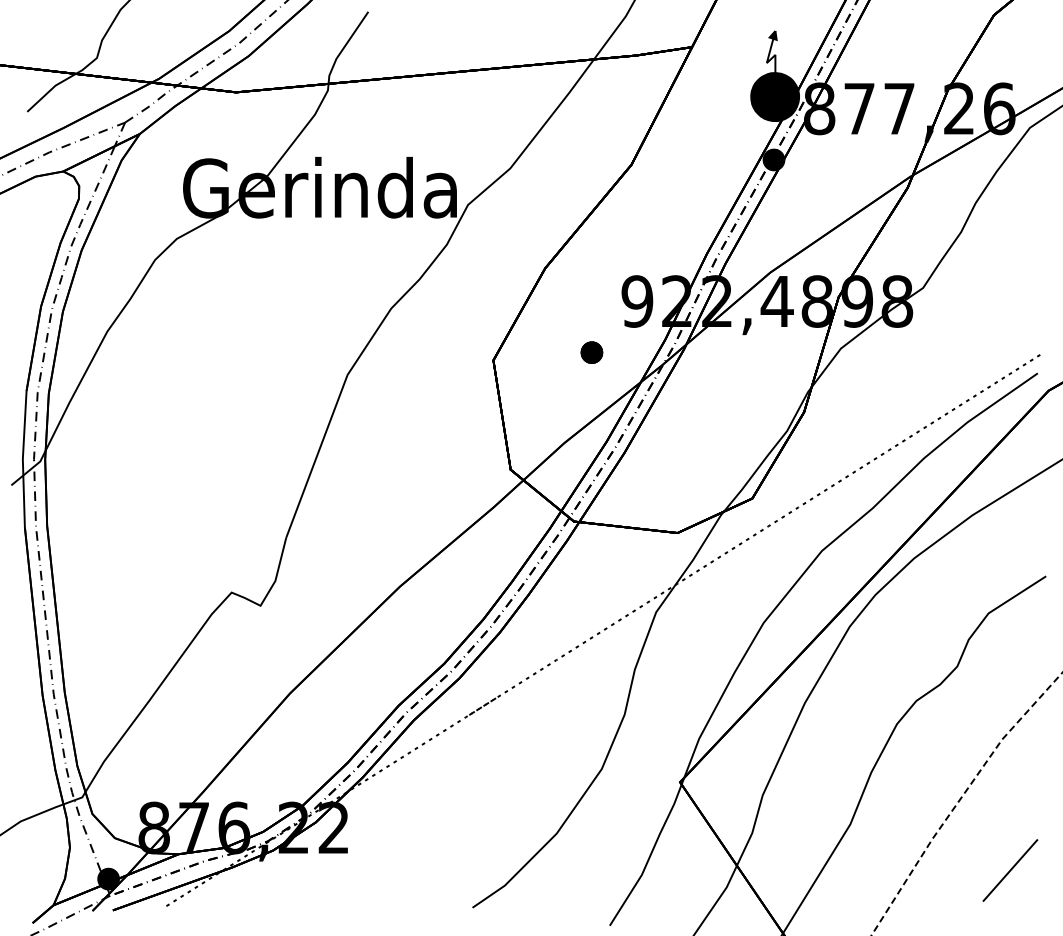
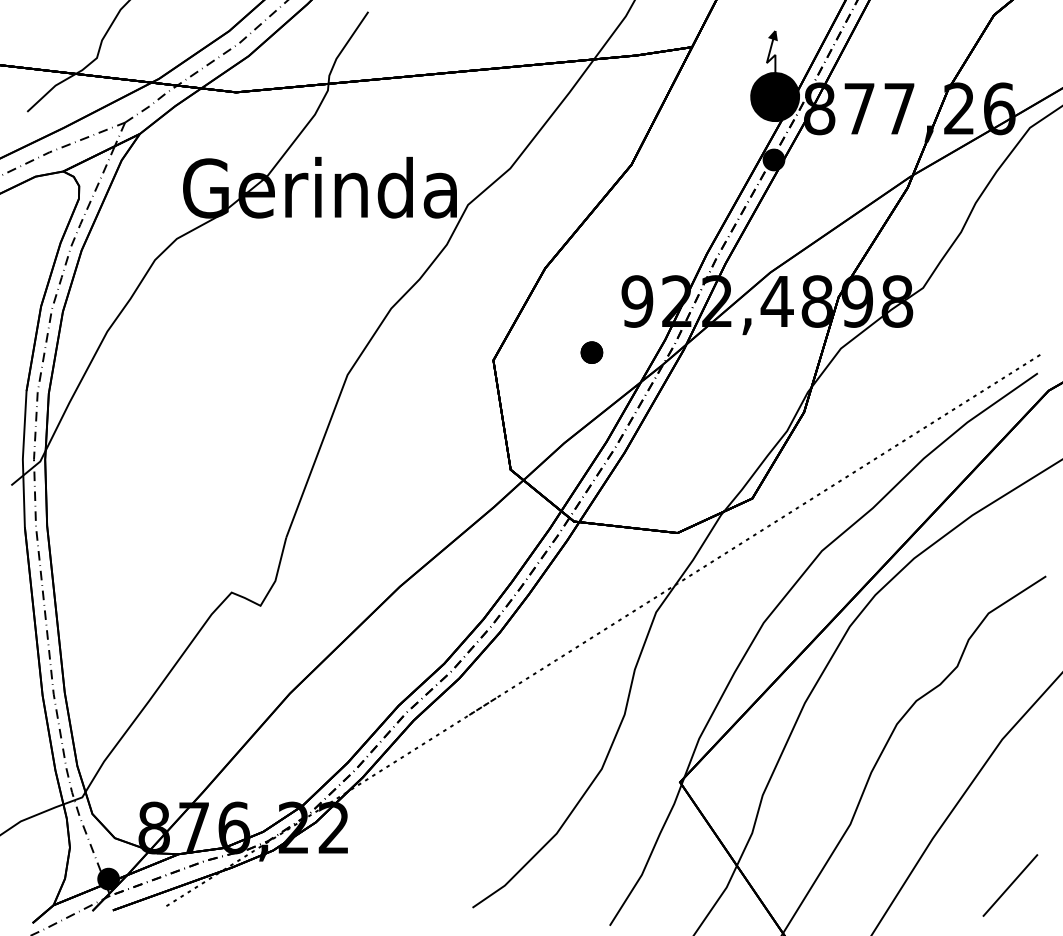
line at (960, 798): dashed -> solid
line at (1010, 870) position: (1010, 870) -> (1010, 885)
